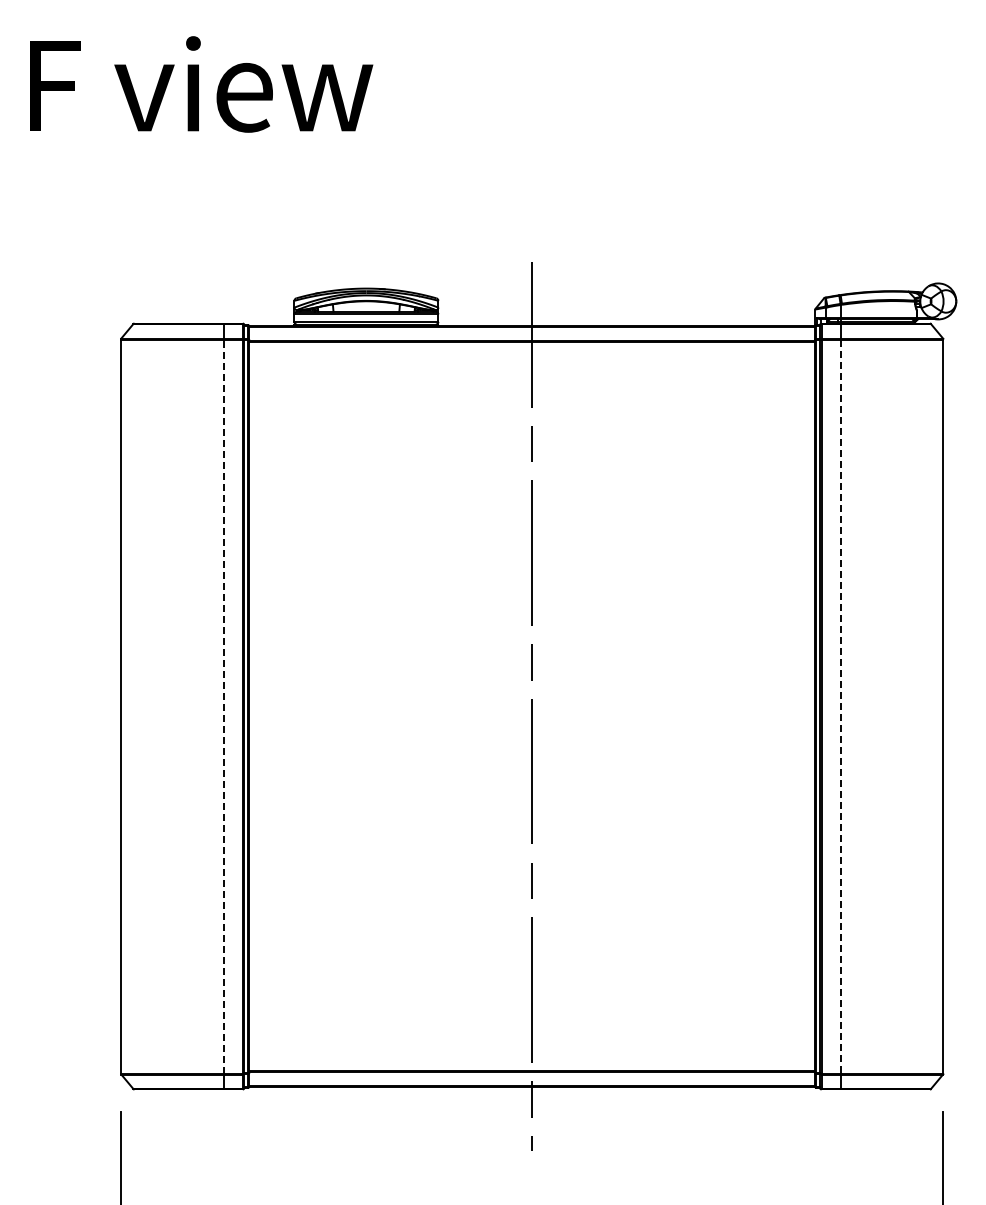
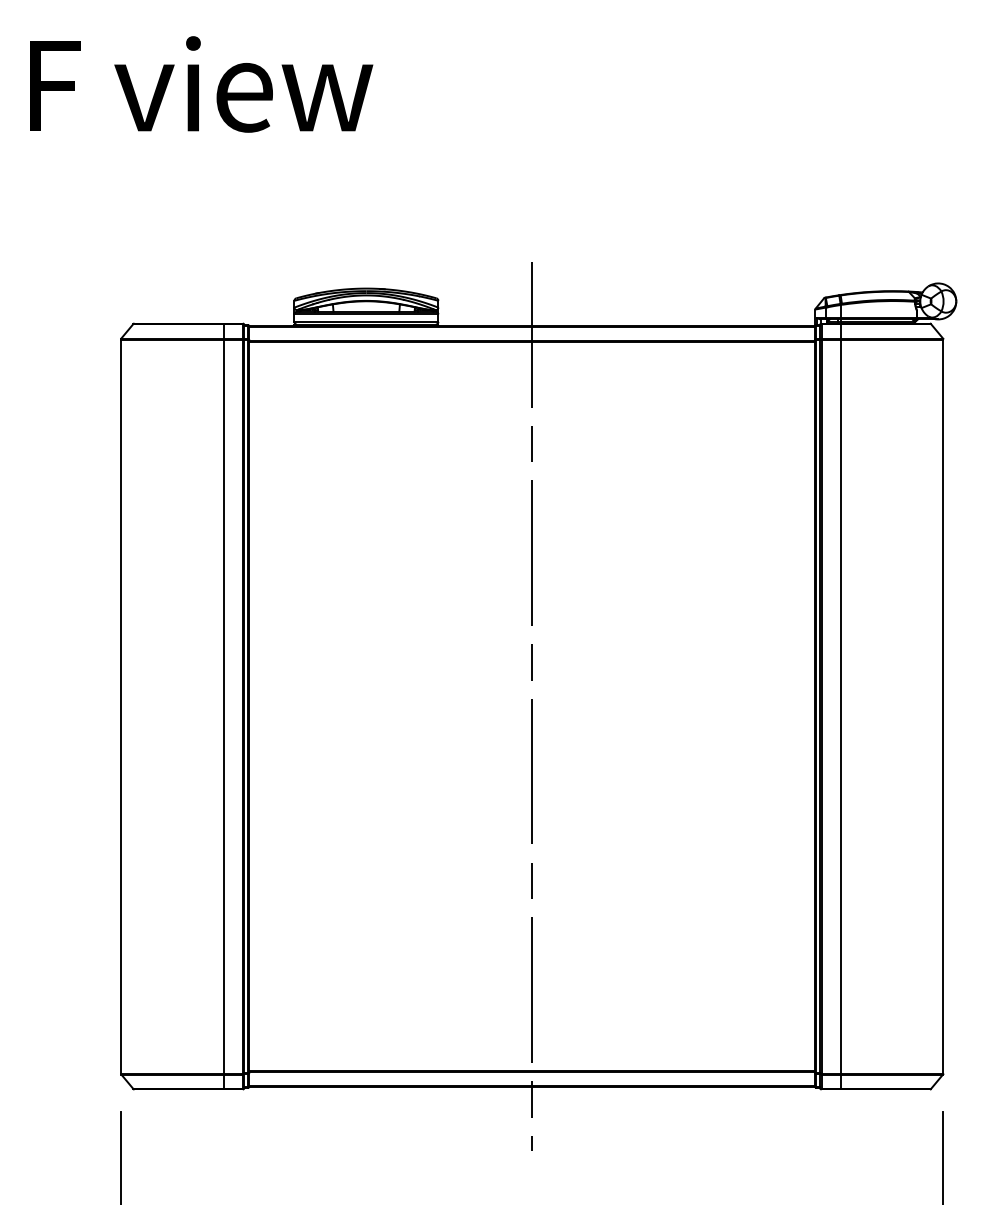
line at (223, 706): dashed -> solid
line at (840, 706): dashed -> solid
